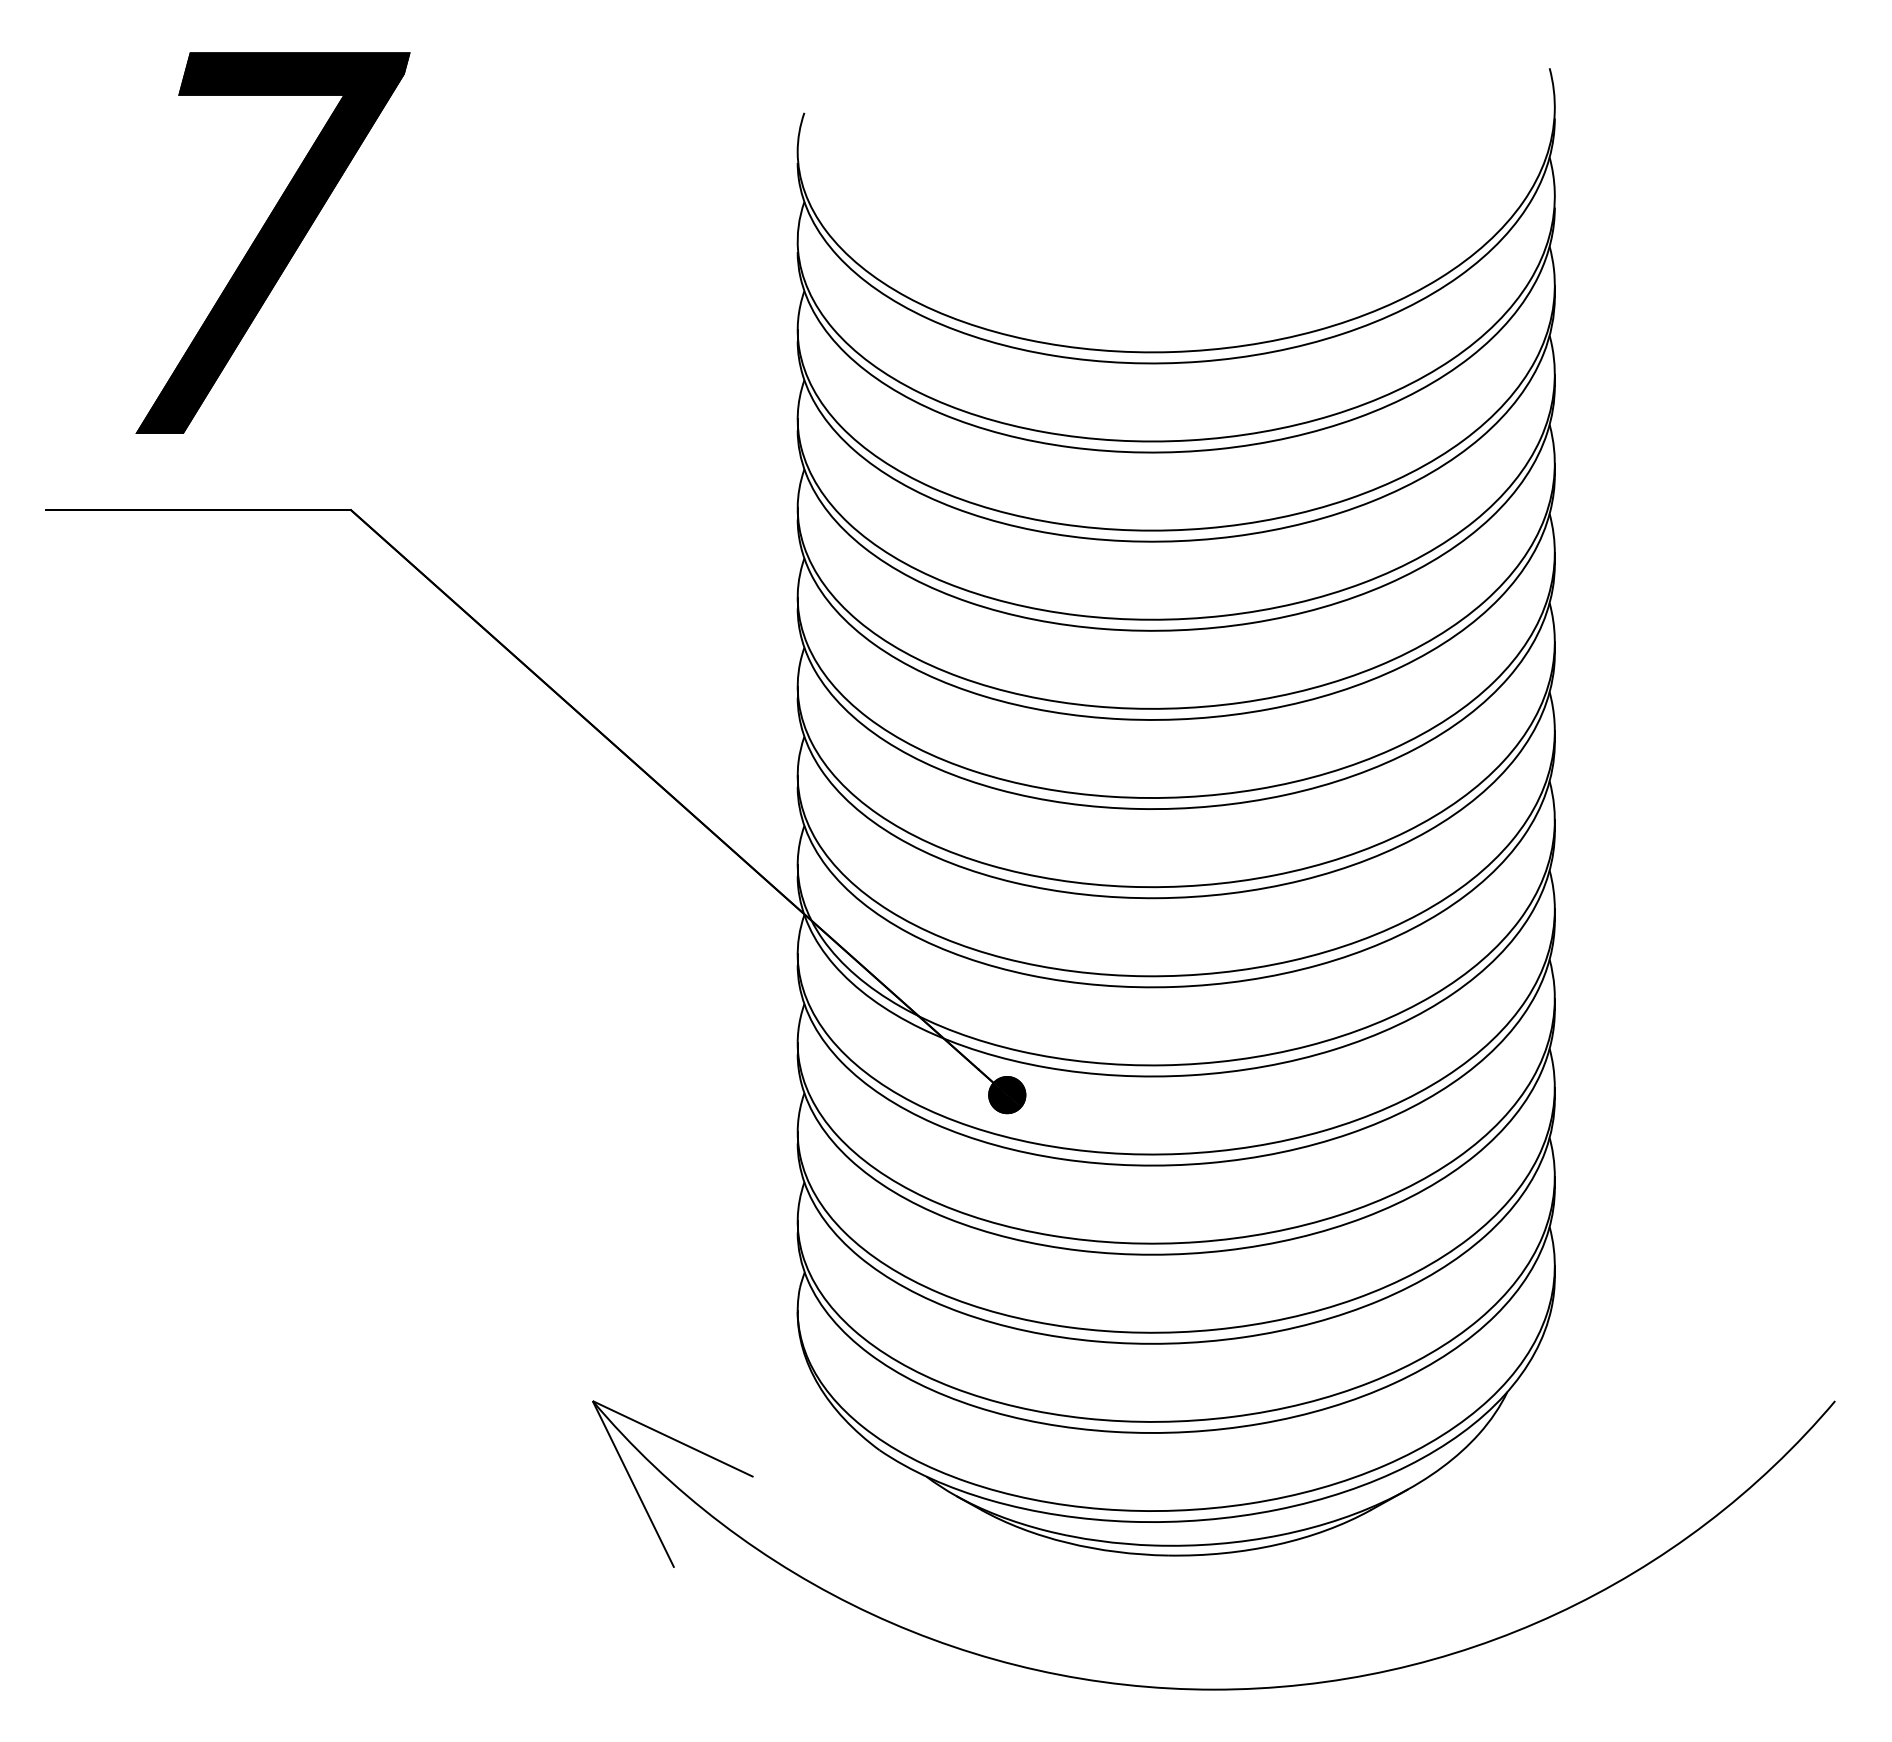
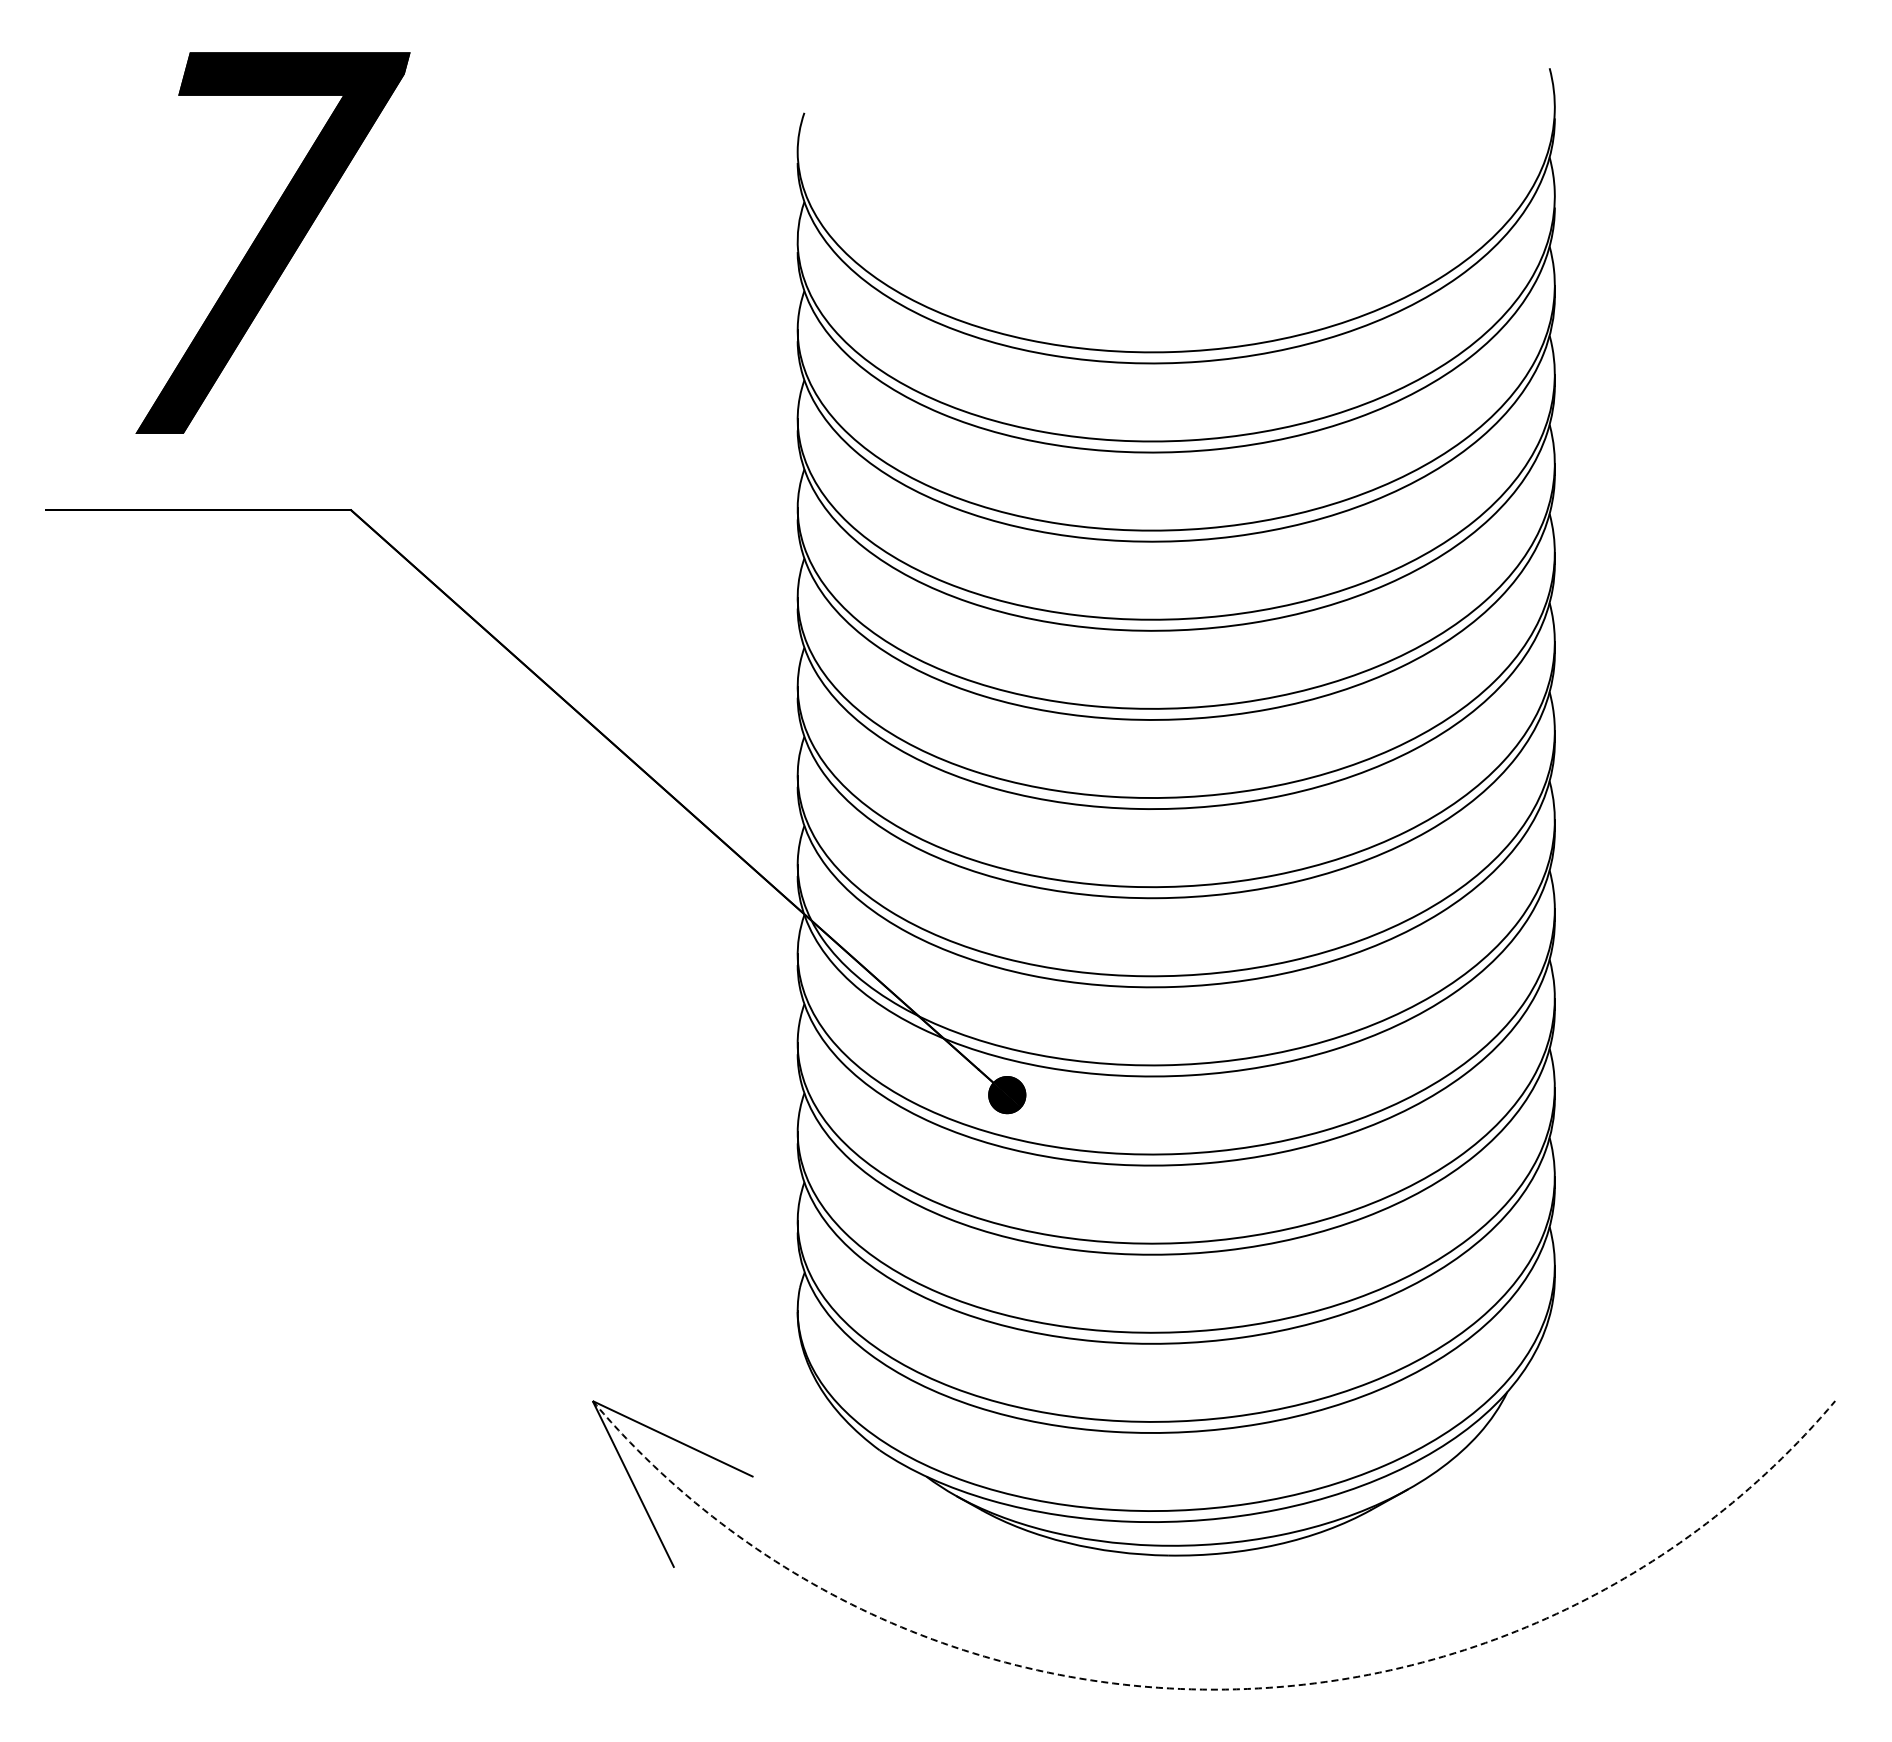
arc at (1213, 1689): solid -> dashed
